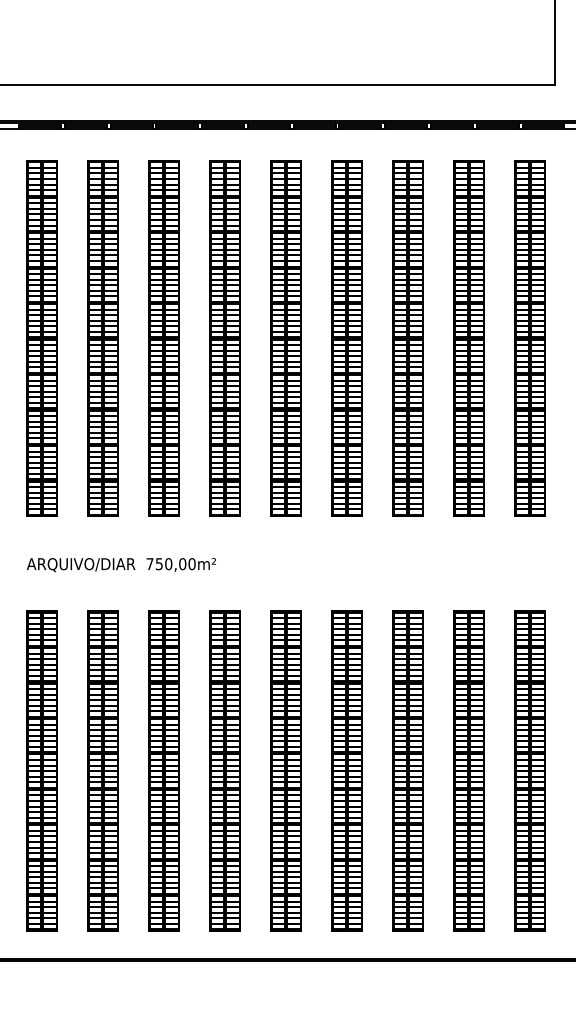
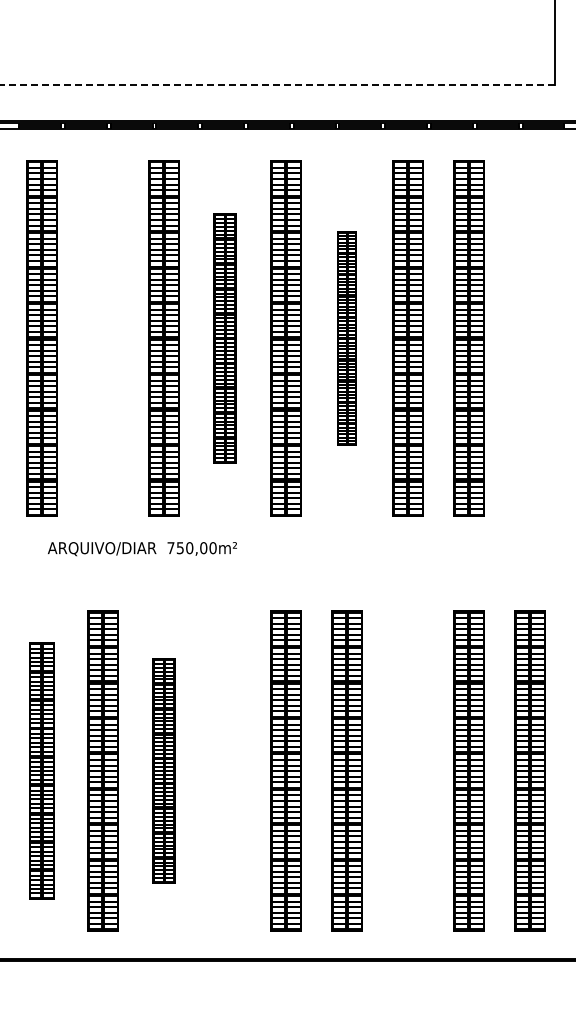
line at (277, 85): solid -> dashed
part at (102, 338): present -> none
part at (224, 338) size: 32x357 px -> 24x251 px
part at (346, 338) size: 32x357 px -> 20x215 px
part at (529, 338): present -> none
text at (121, 565) position: (121, 565) -> (142, 549)
part at (41, 770) size: 32x322 px -> 26x258 px
part at (163, 770) size: 32x322 px -> 24x226 px
part at (224, 770): present -> none
part at (407, 770): present -> none
